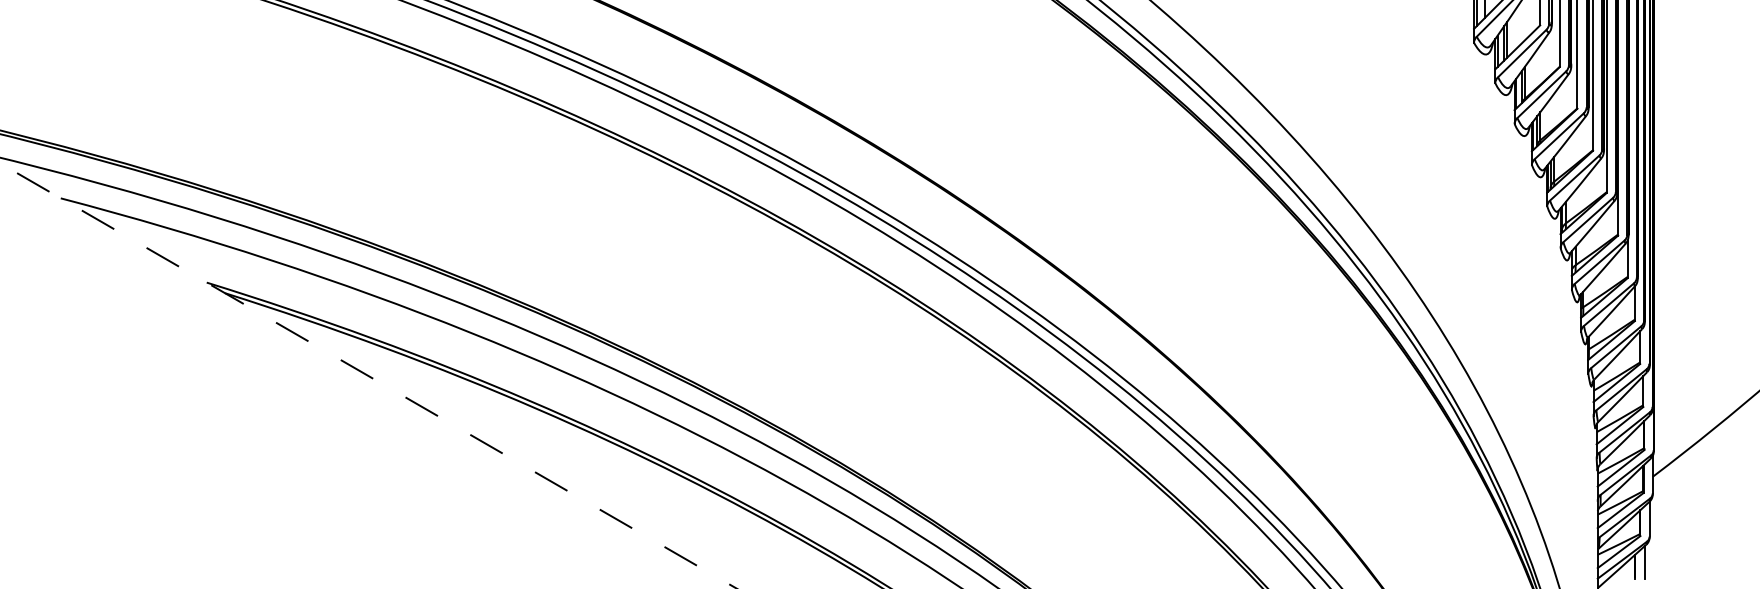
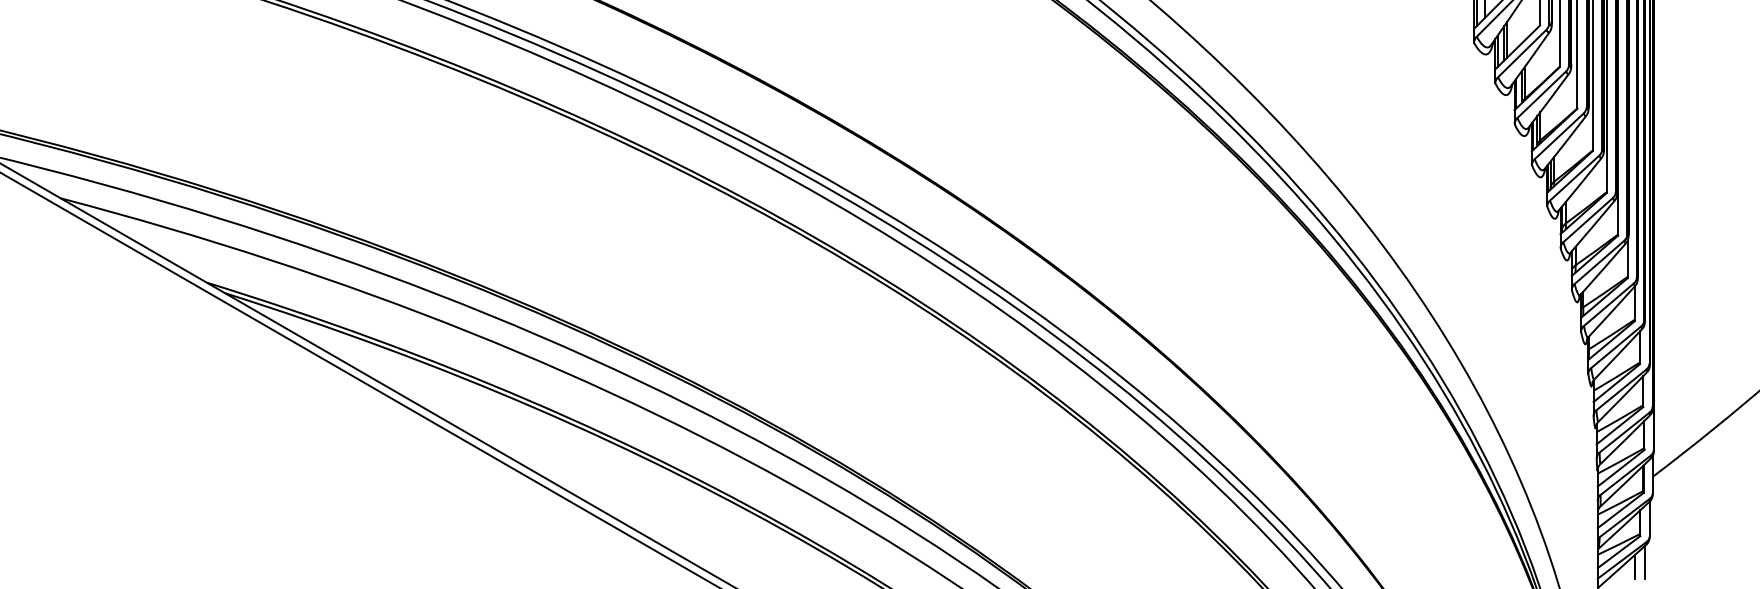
line at (368, 376): dashed -> solid
line at (359, 379): none -> present
